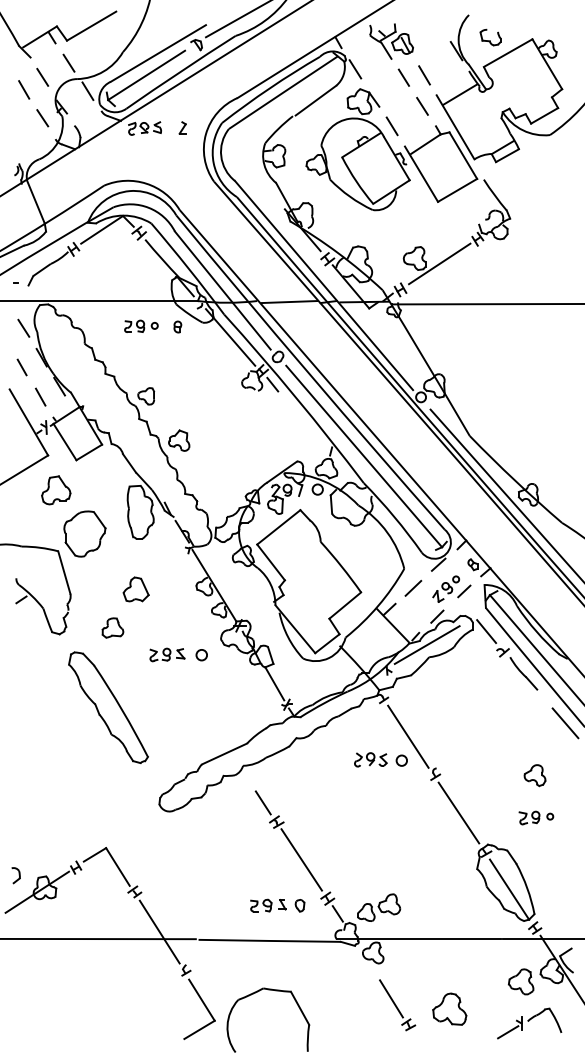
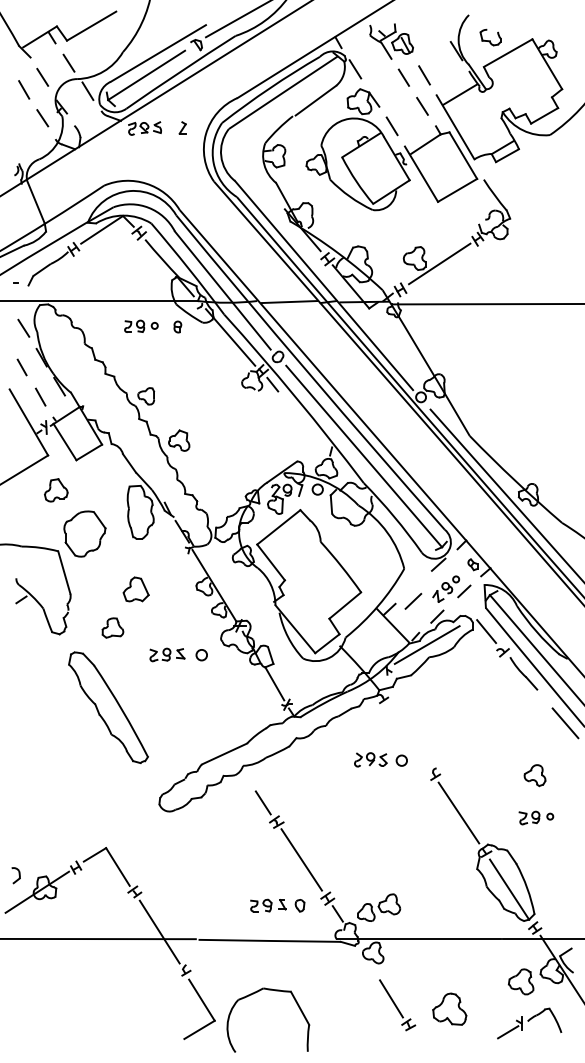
part at (56, 490) size: 31x31 px -> 25x25 px
line at (413, 587) position: (413, 587) -> (413, 600)
line at (408, 736): present -> none
